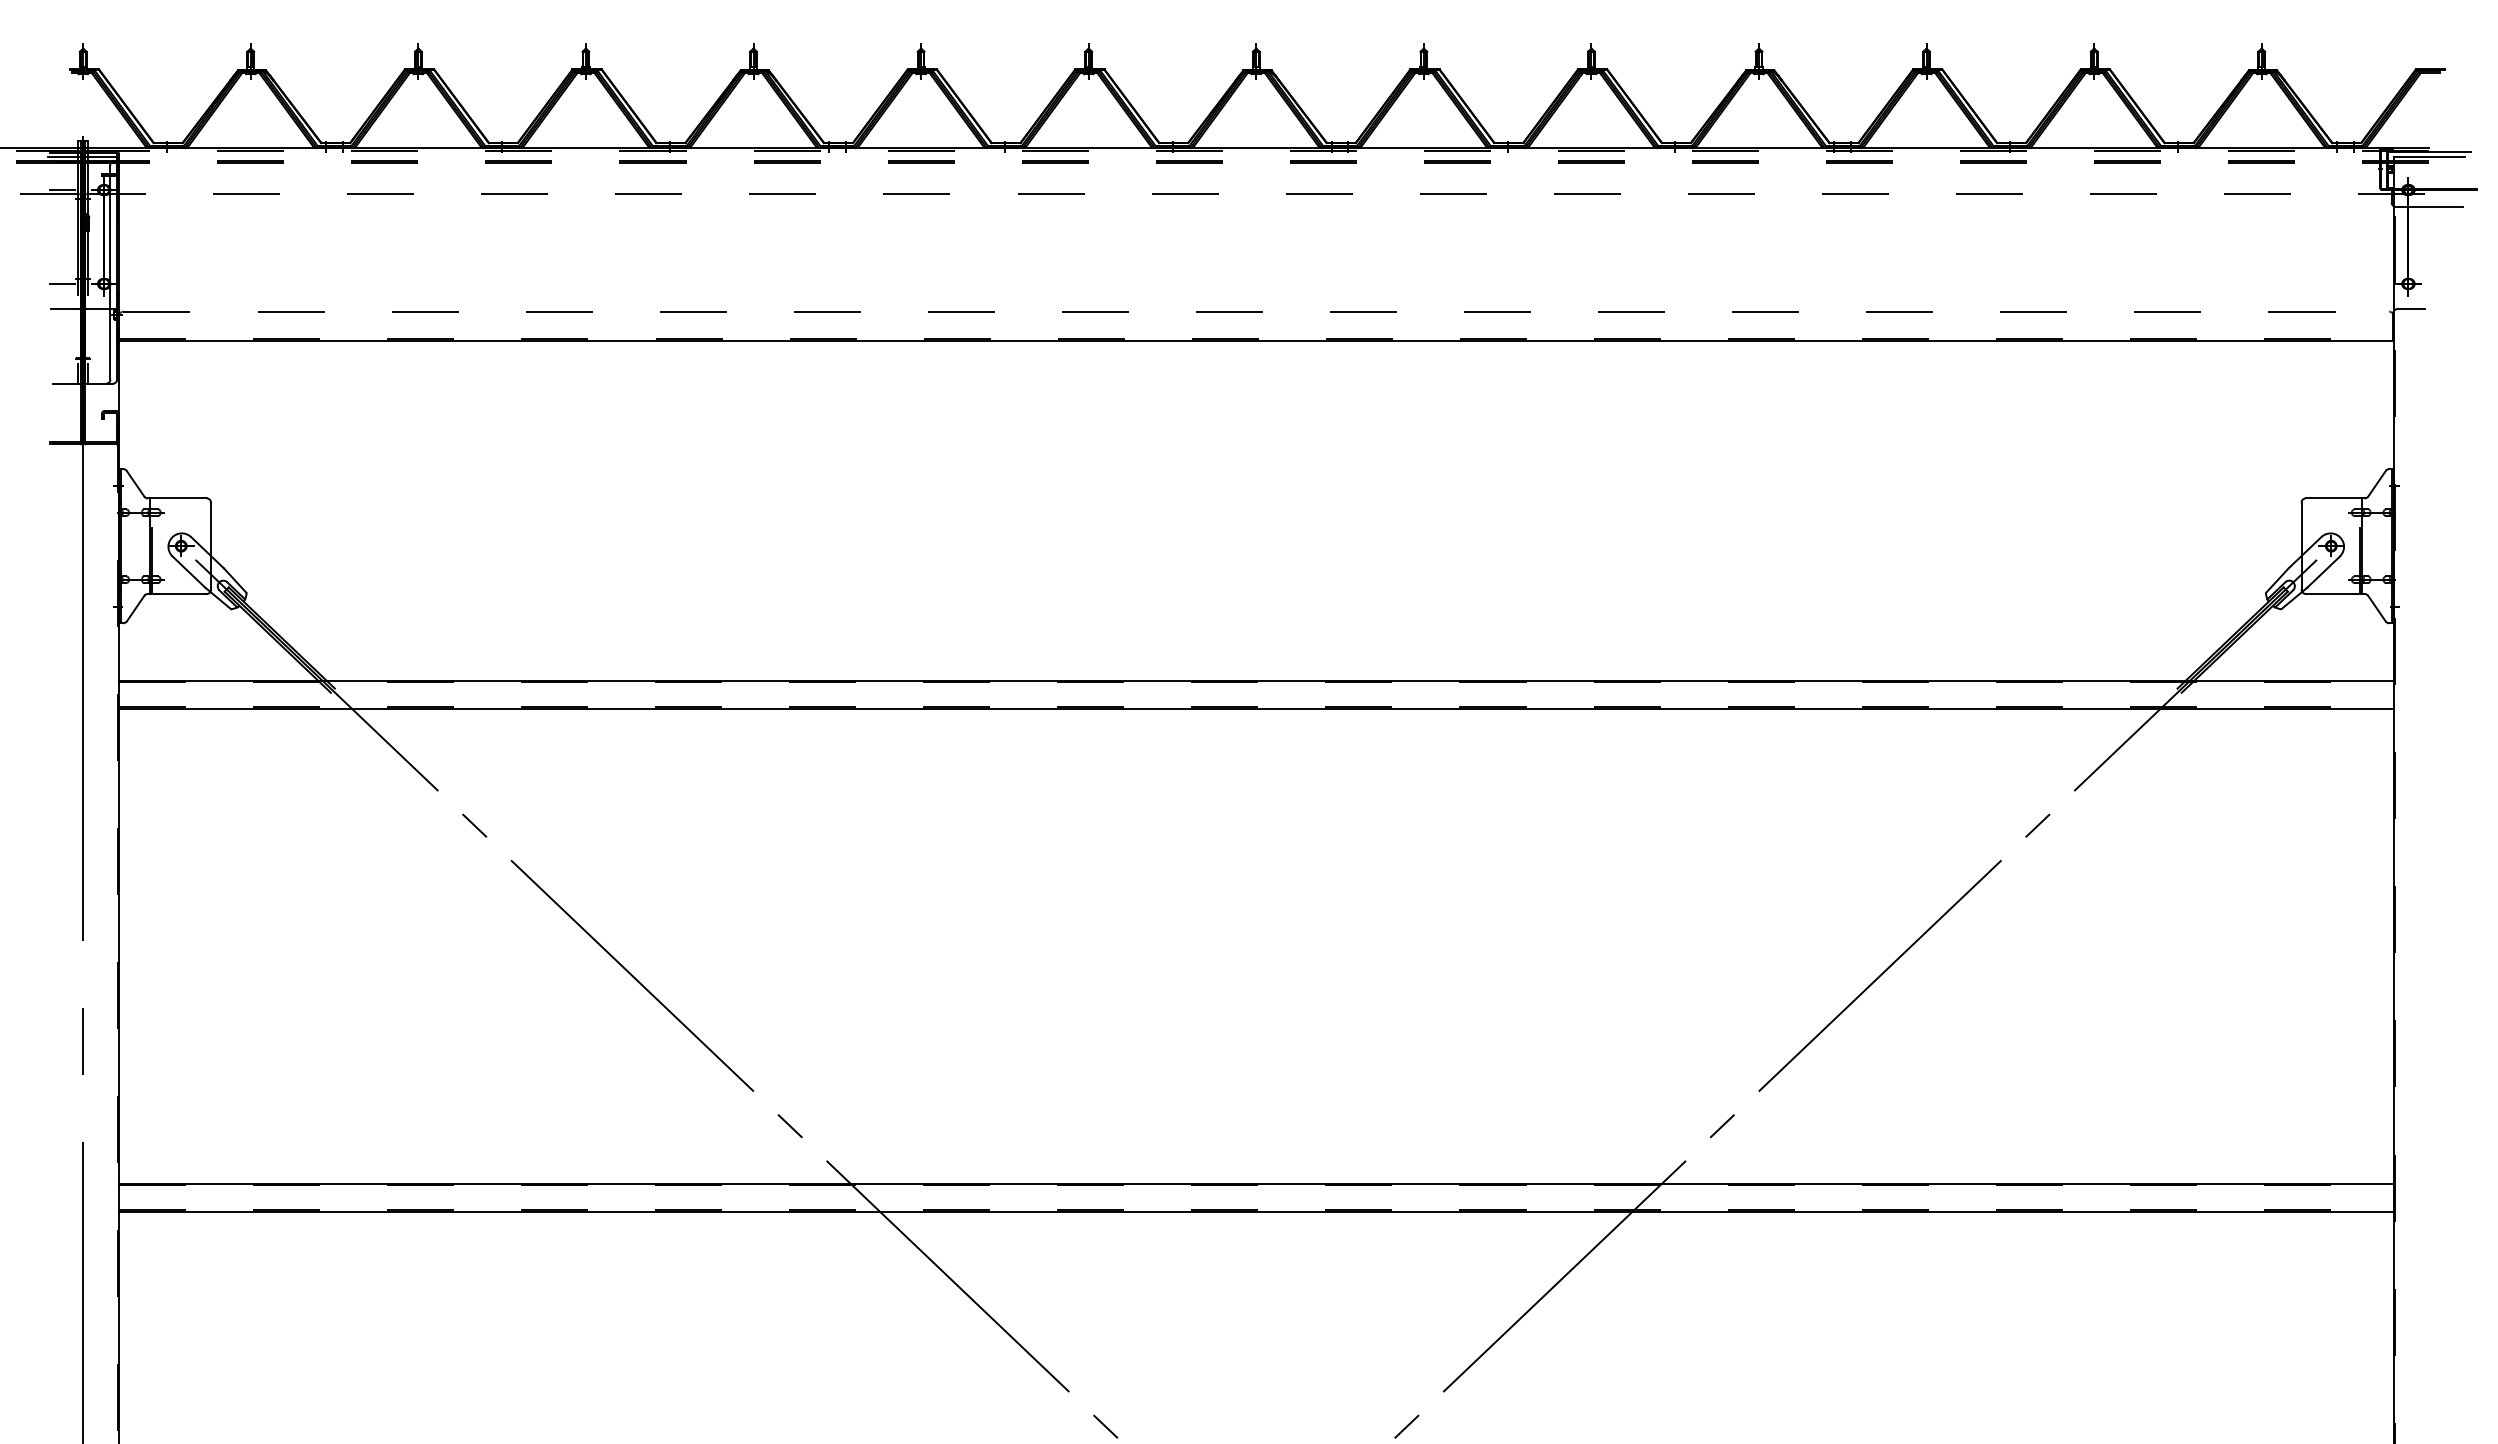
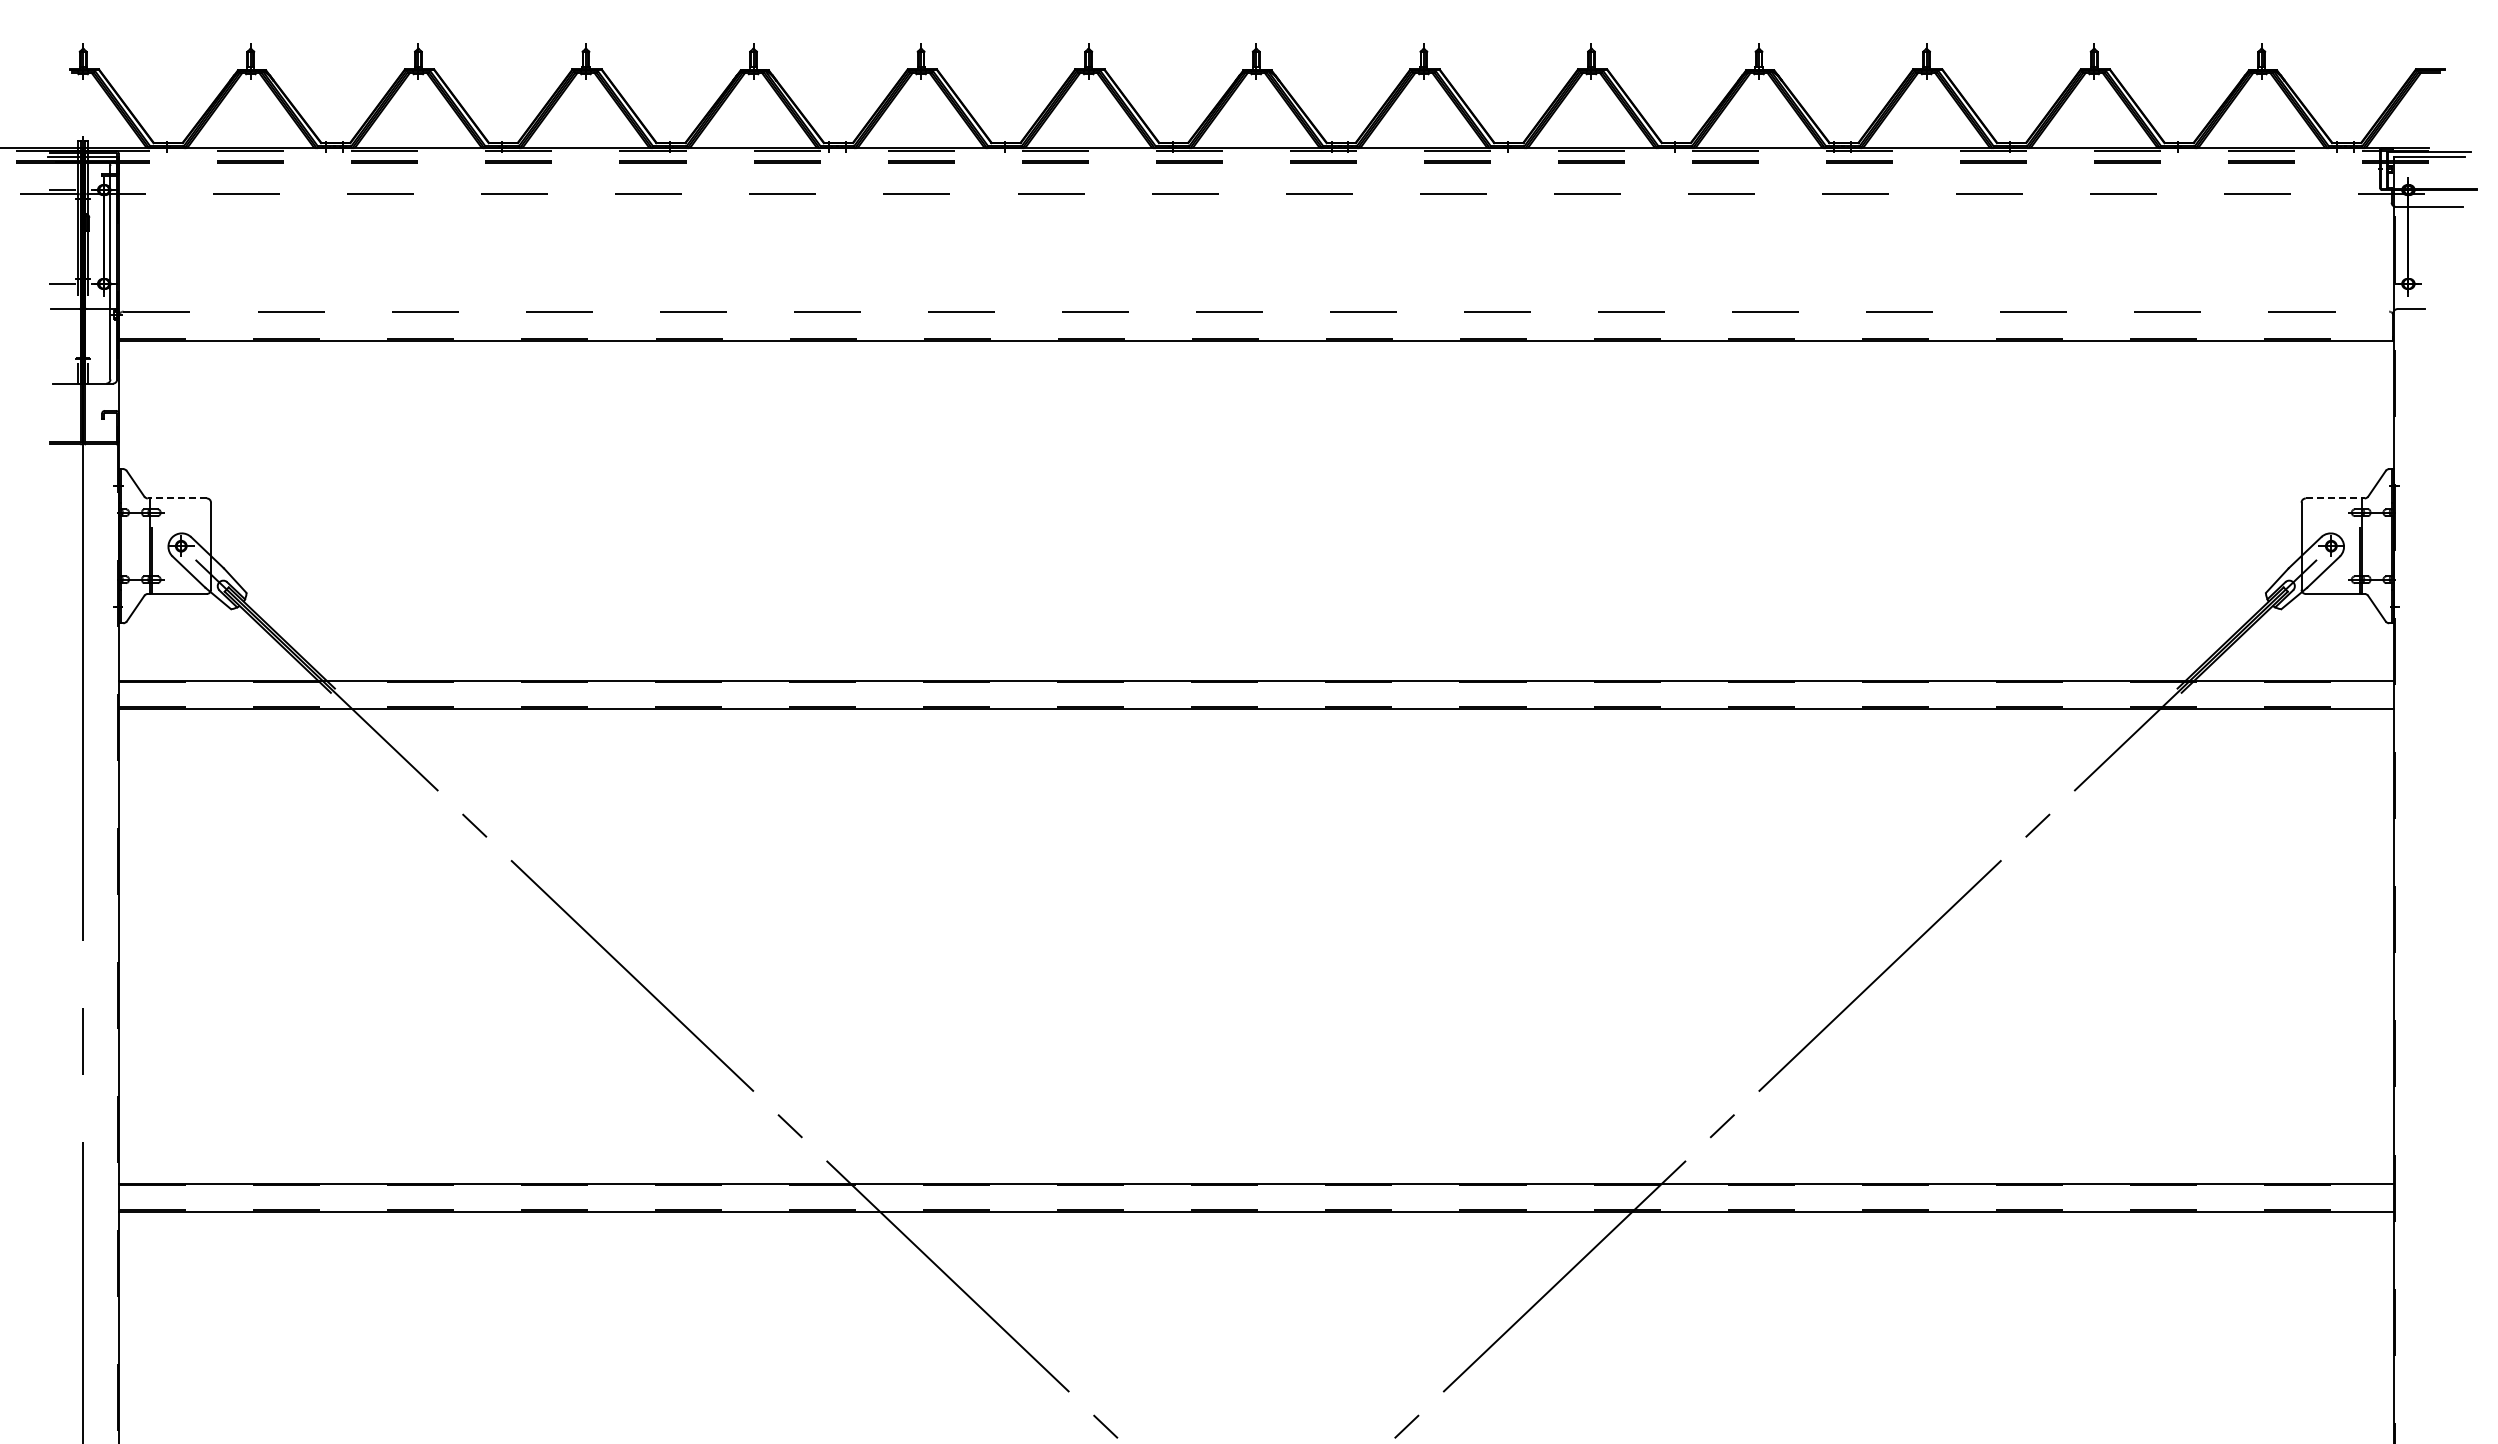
line at (176, 498): solid -> dashed
line at (2335, 498): solid -> dashed
